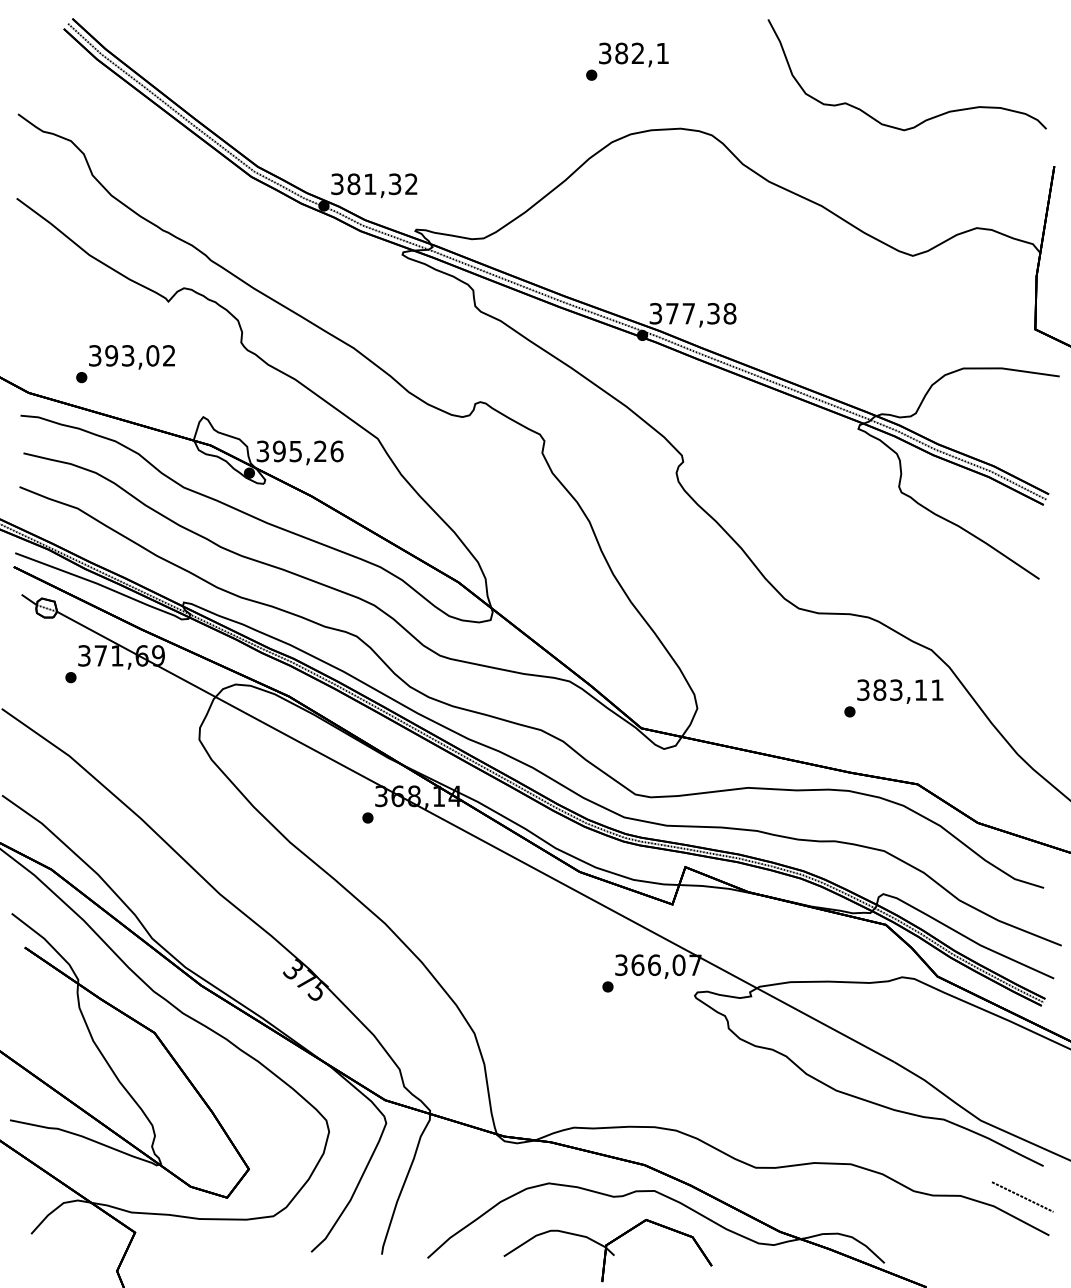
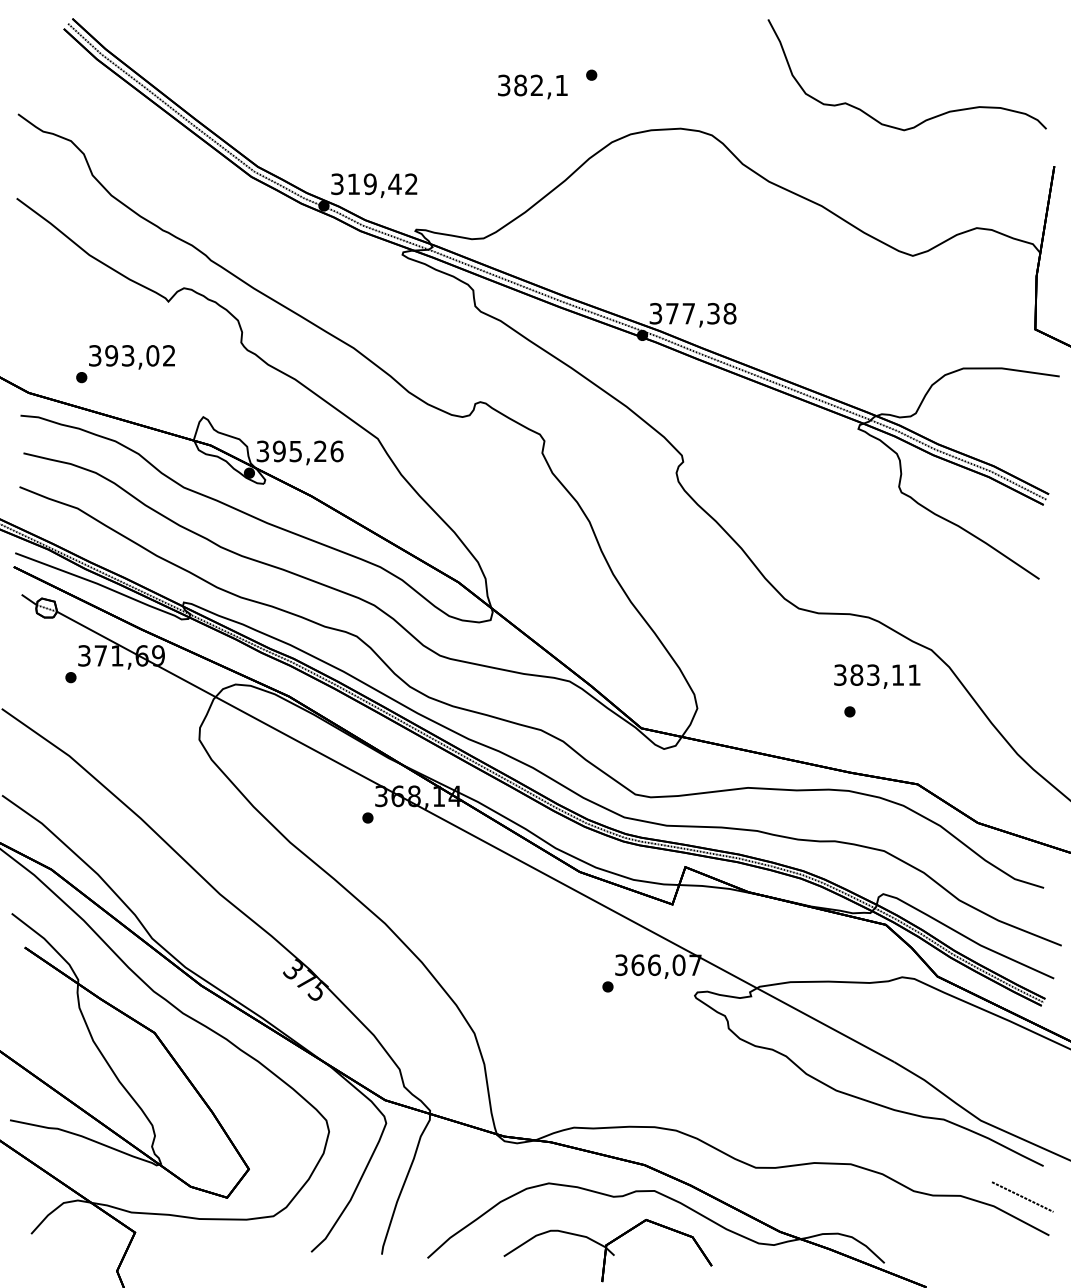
text at (633, 54) position: (633, 54) -> (532, 86)
text at (374, 184): 381,32 -> 319,42
text at (900, 691) position: (900, 691) -> (877, 676)
